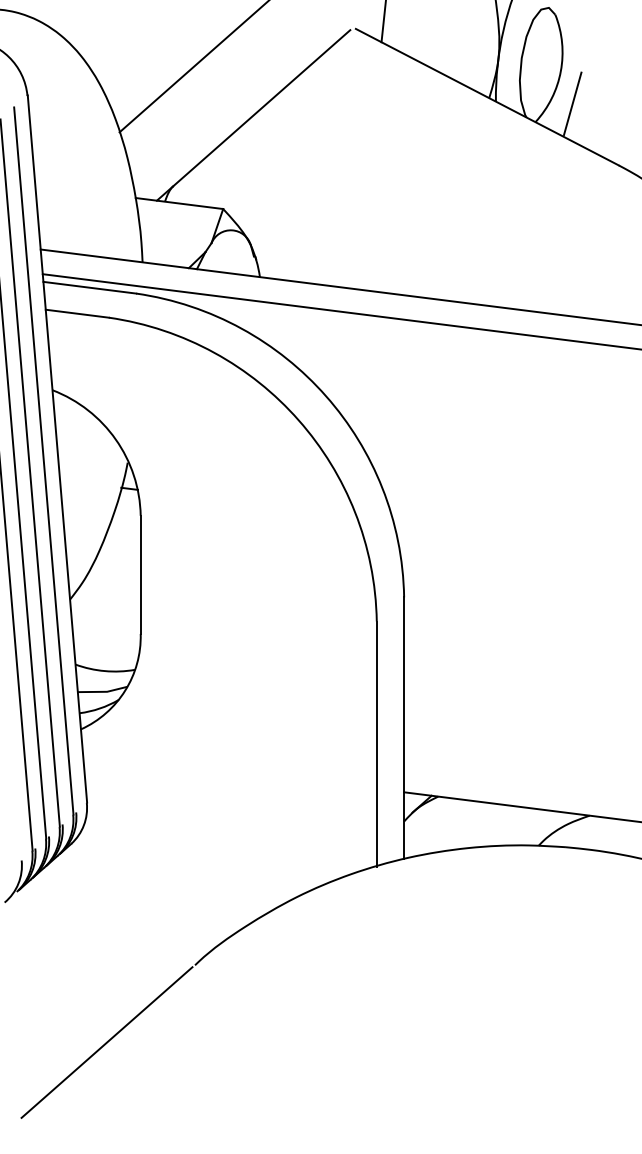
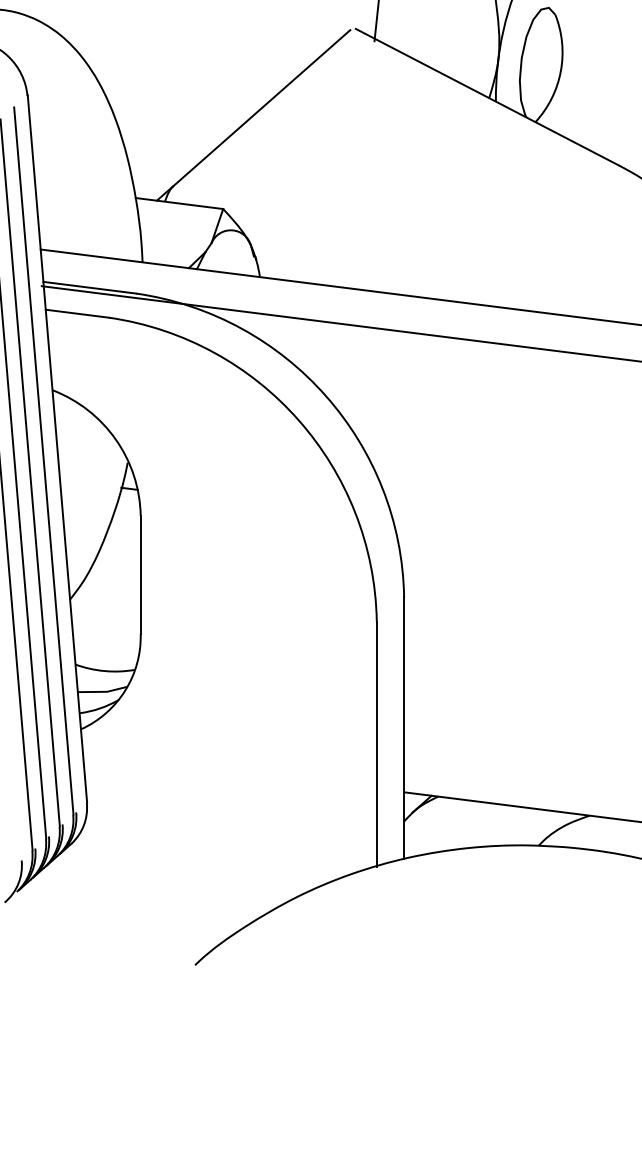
line at (383, 22) position: (383, 22) -> (376, 21)
line at (192, 67): present -> none
line at (572, 103): present -> none
line at (340, 311) position: (340, 311) -> (339, 323)
line at (106, 1042): present -> none
